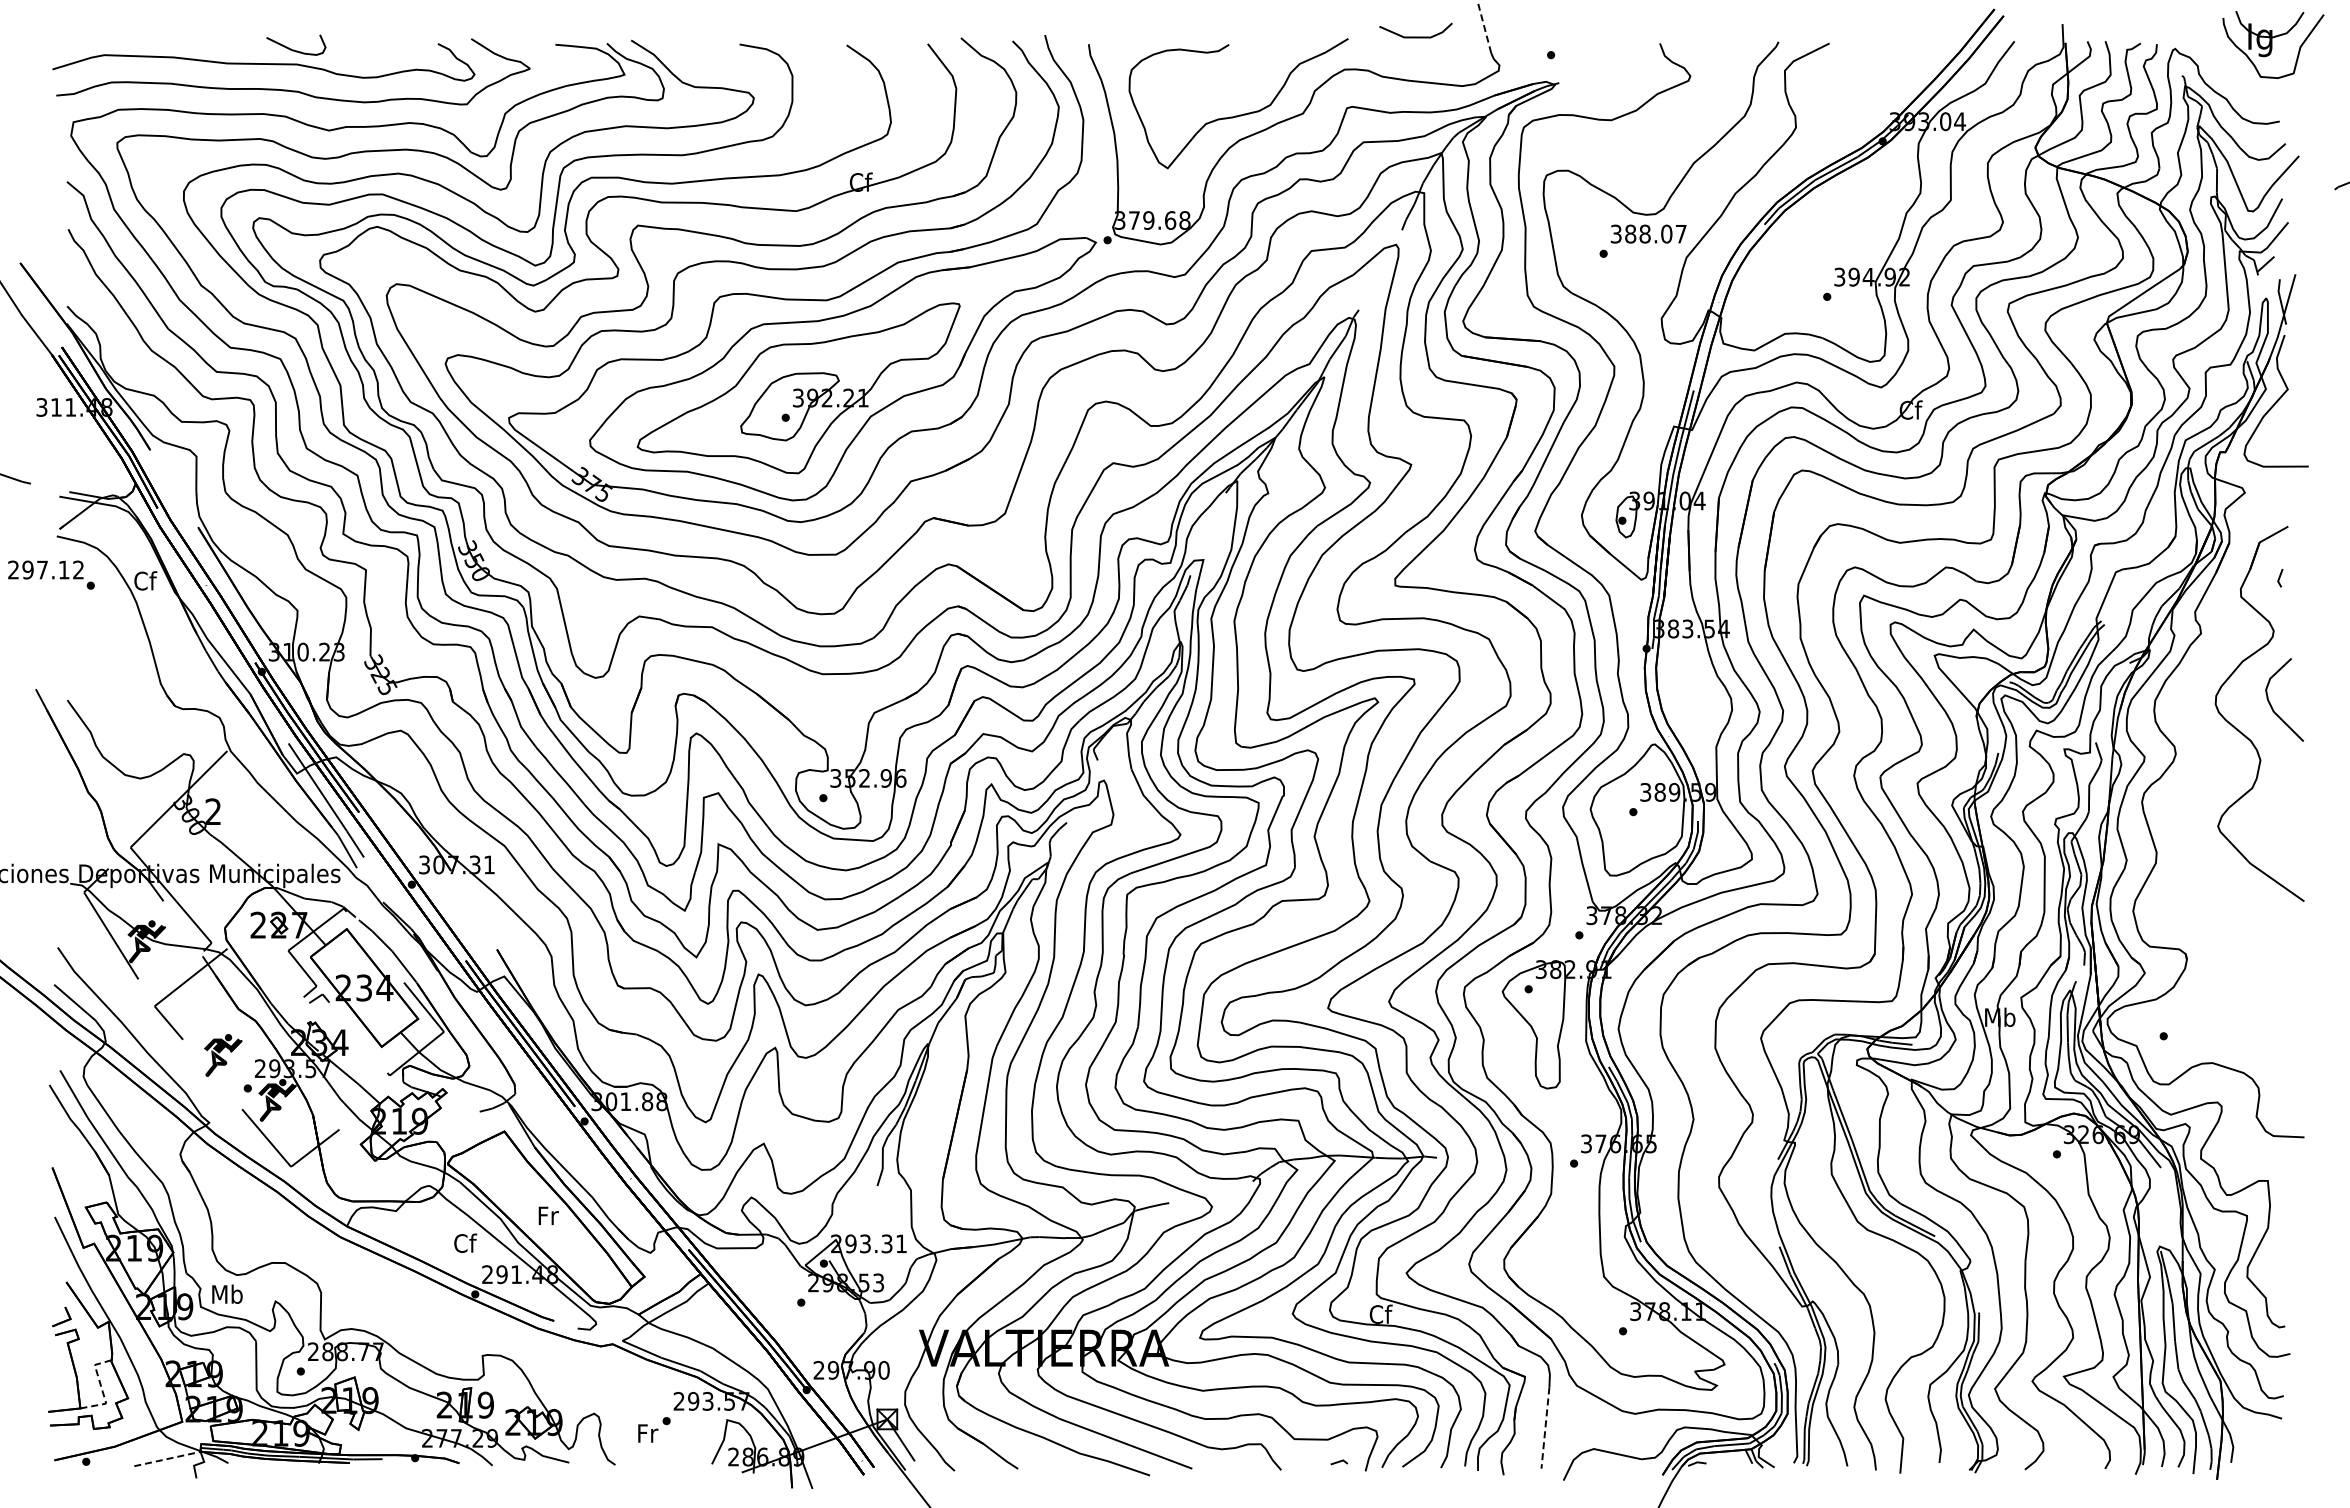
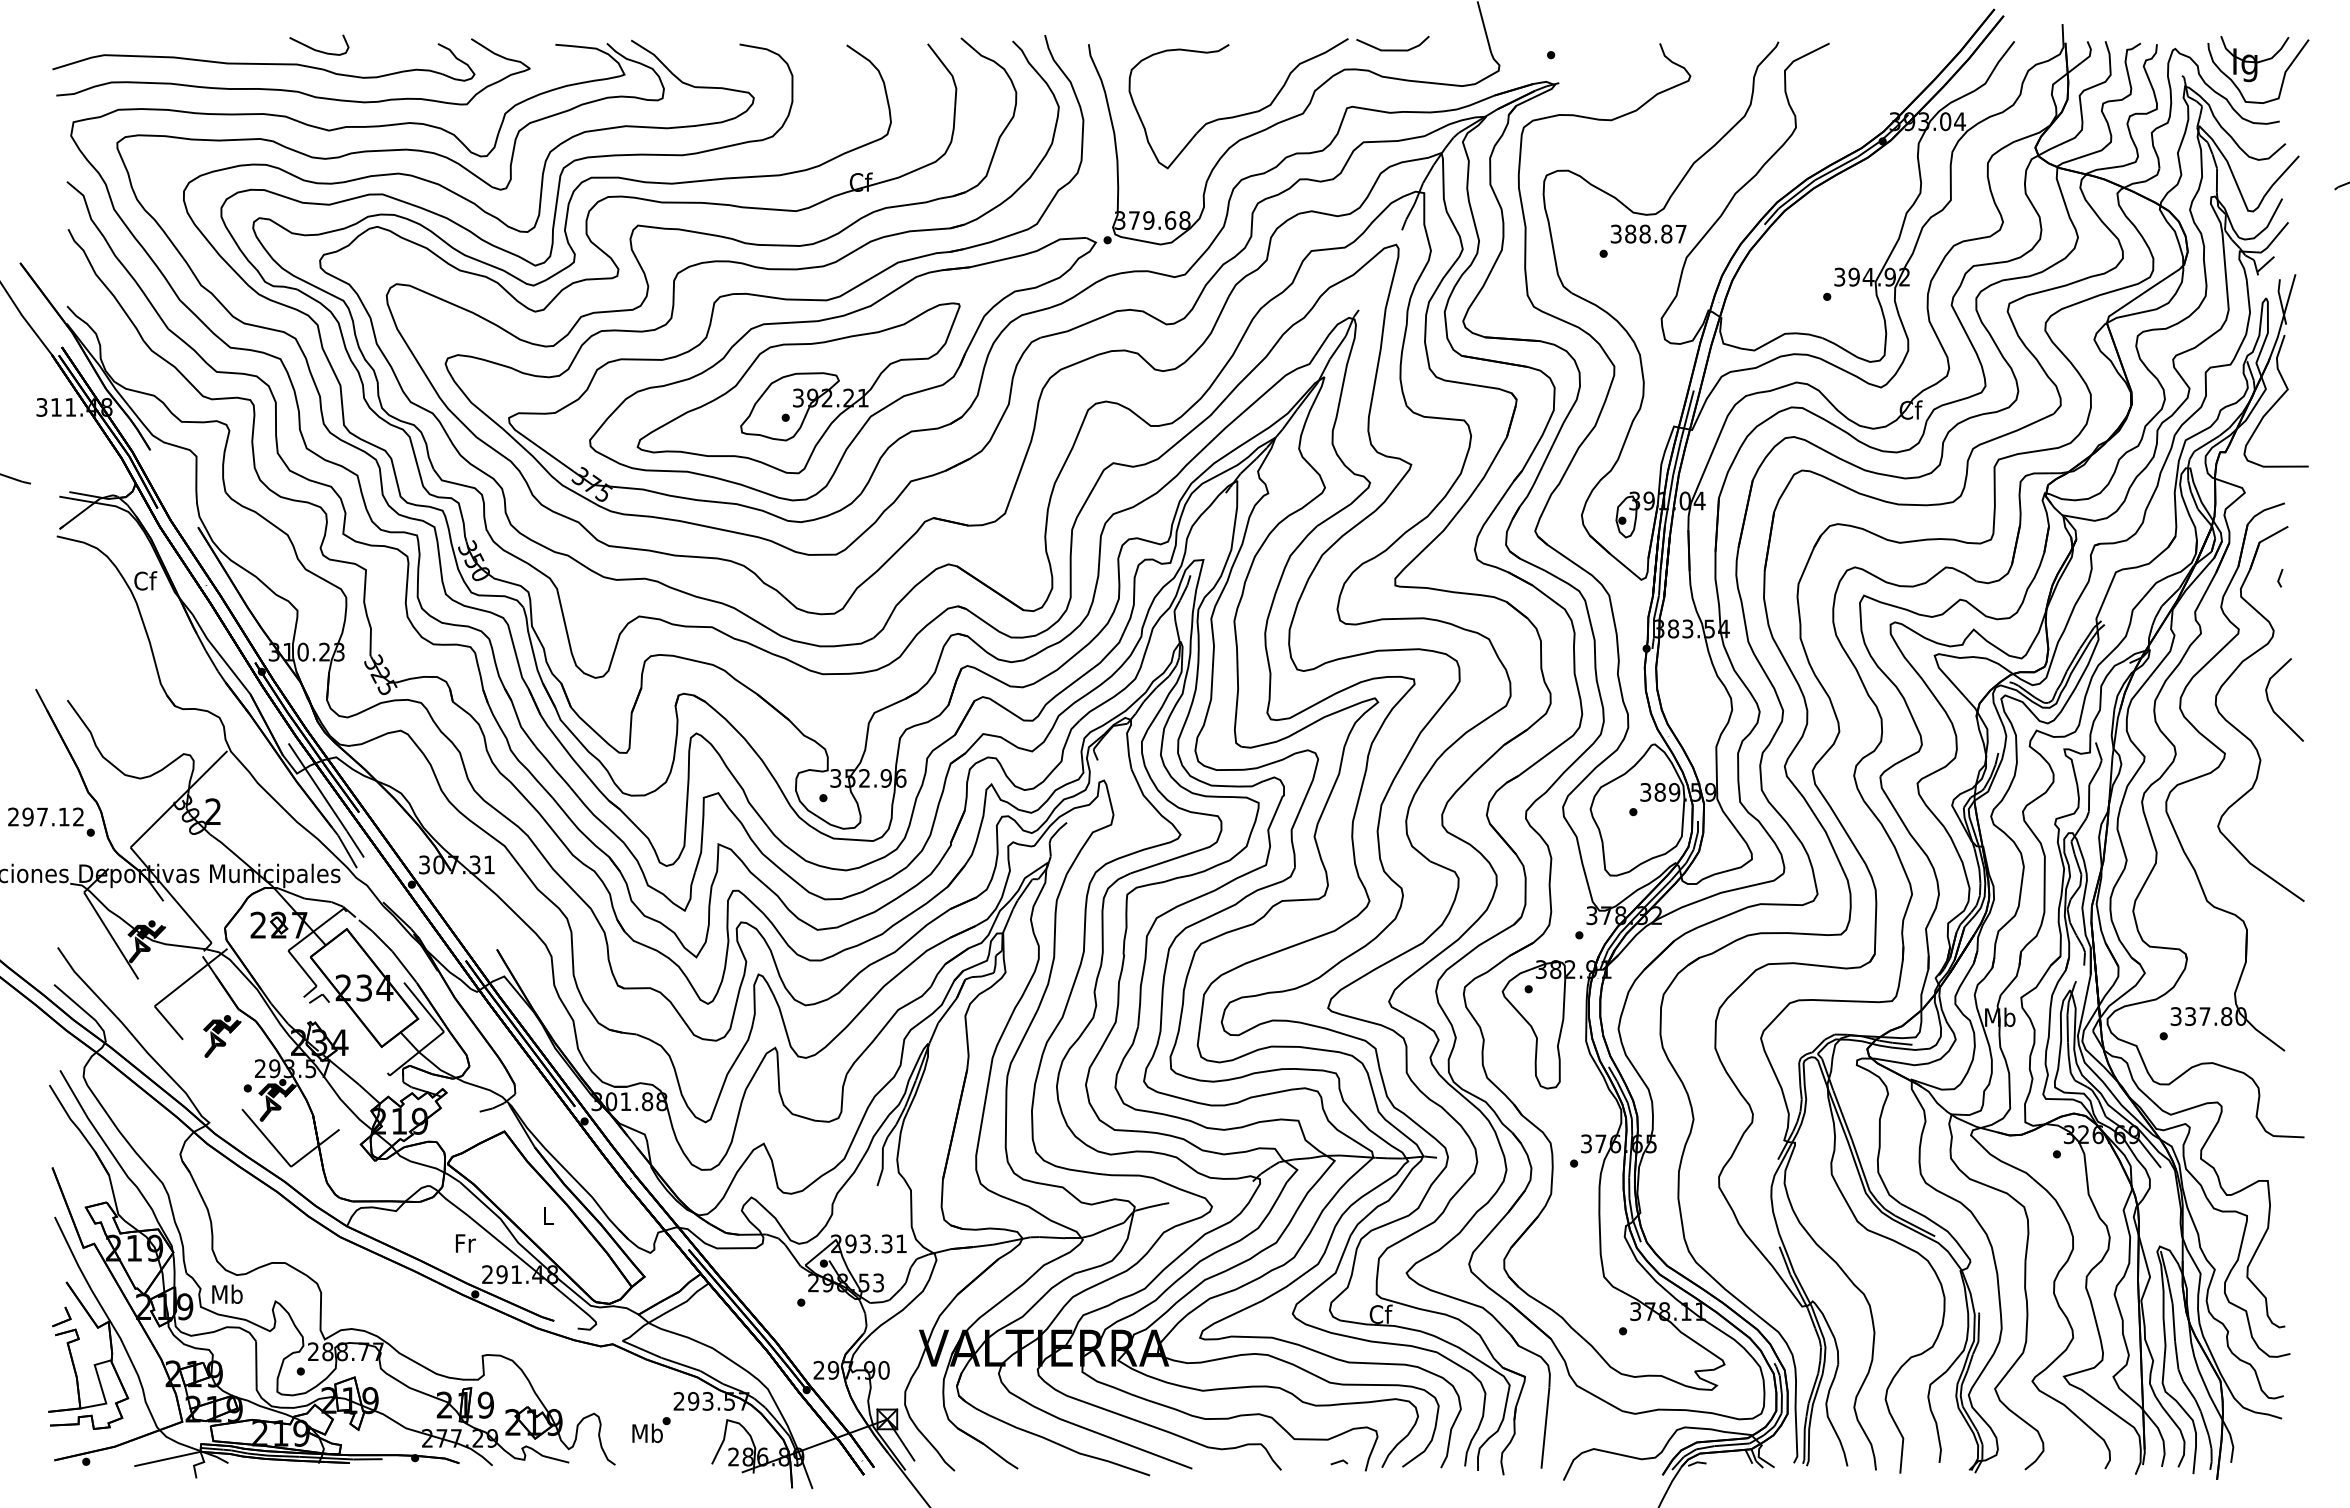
line at (1484, 27): dashed -> solid
line at (1415, 36) position: (1415, 36) -> (1392, 49)
part at (2273, 44) position: (2273, 44) -> (2258, 69)
curve at (294, 49) position: (294, 49) -> (317, 49)
text at (1666, 234): 388.07 -> 388.87
text at (51, 574) position: (51, 574) -> (51, 821)
part at (2218, 768): none -> present
part at (223, 1055) position: (223, 1055) -> (222, 1036)
text at (548, 1215): Fr -> L
text at (465, 1242): Cf -> Fr
line at (101, 1388): dashed -> solid
line at (1545, 1428): dashed -> solid
text at (647, 1432): Fr -> Mb
line at (167, 1459): dashed -> solid
